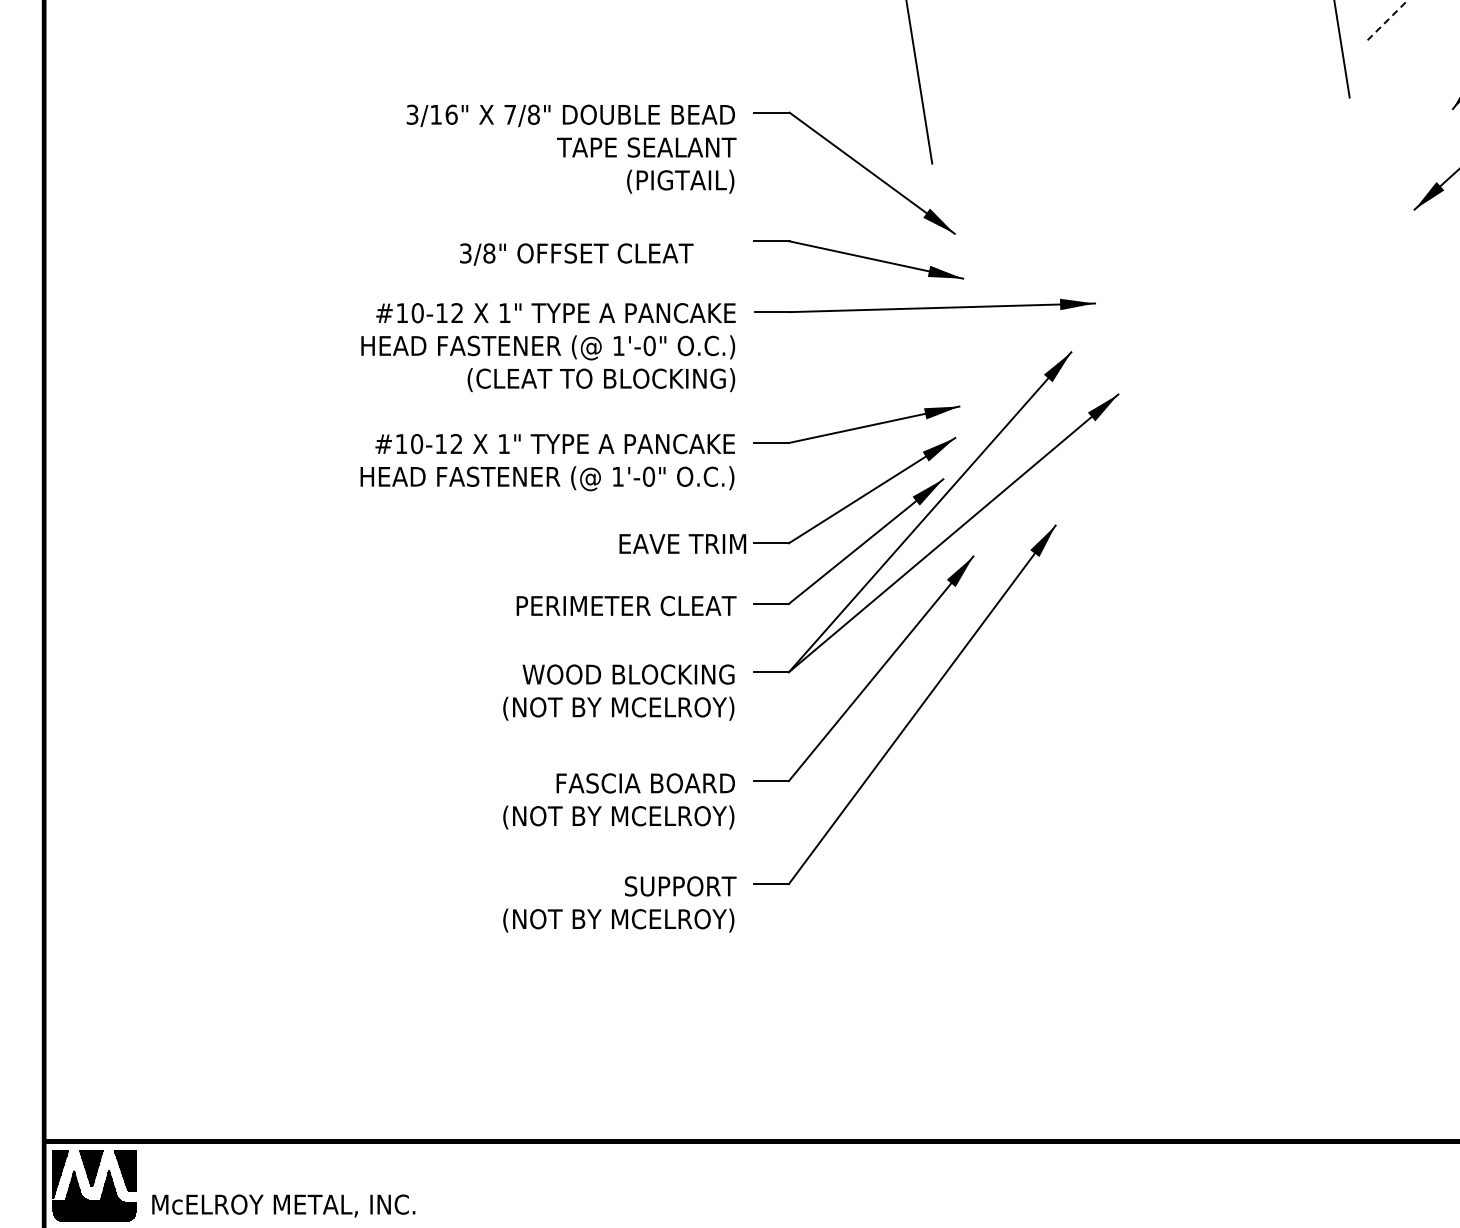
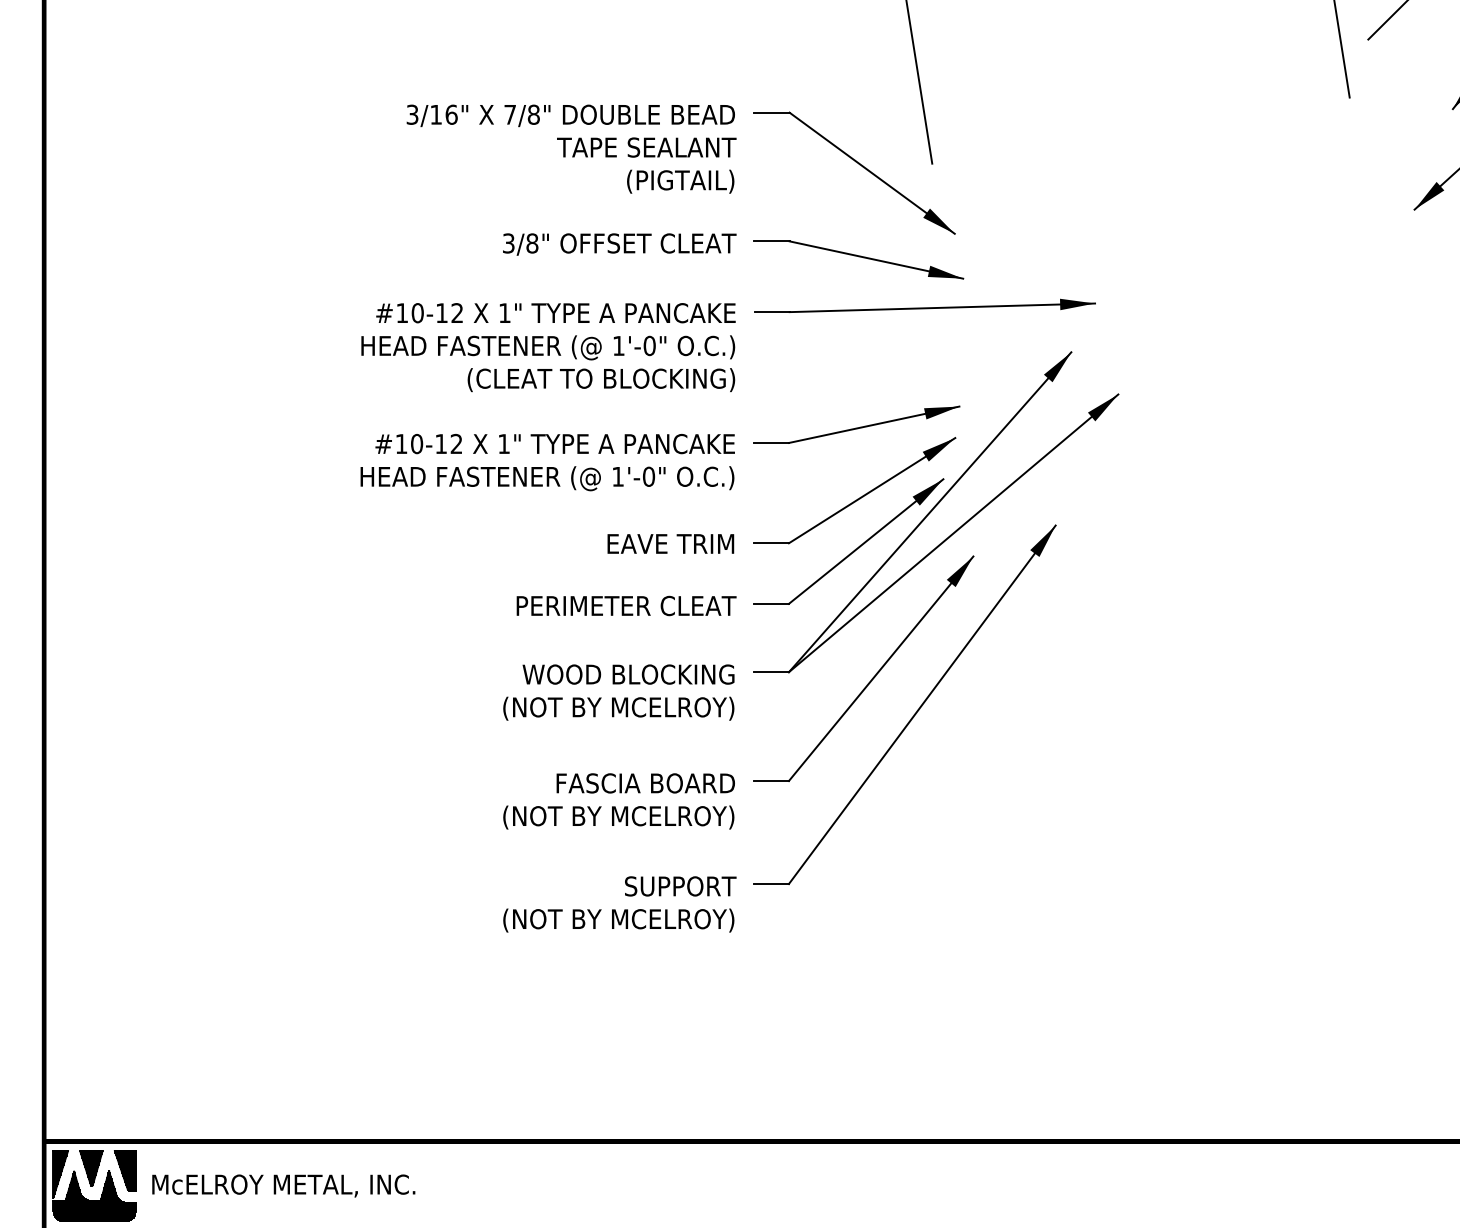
line at (1388, 19): dashed -> solid
text at (576, 254) position: (576, 254) -> (619, 244)
text at (682, 543) position: (682, 543) -> (670, 543)
text at (283, 1205) position: (283, 1205) -> (283, 1185)
